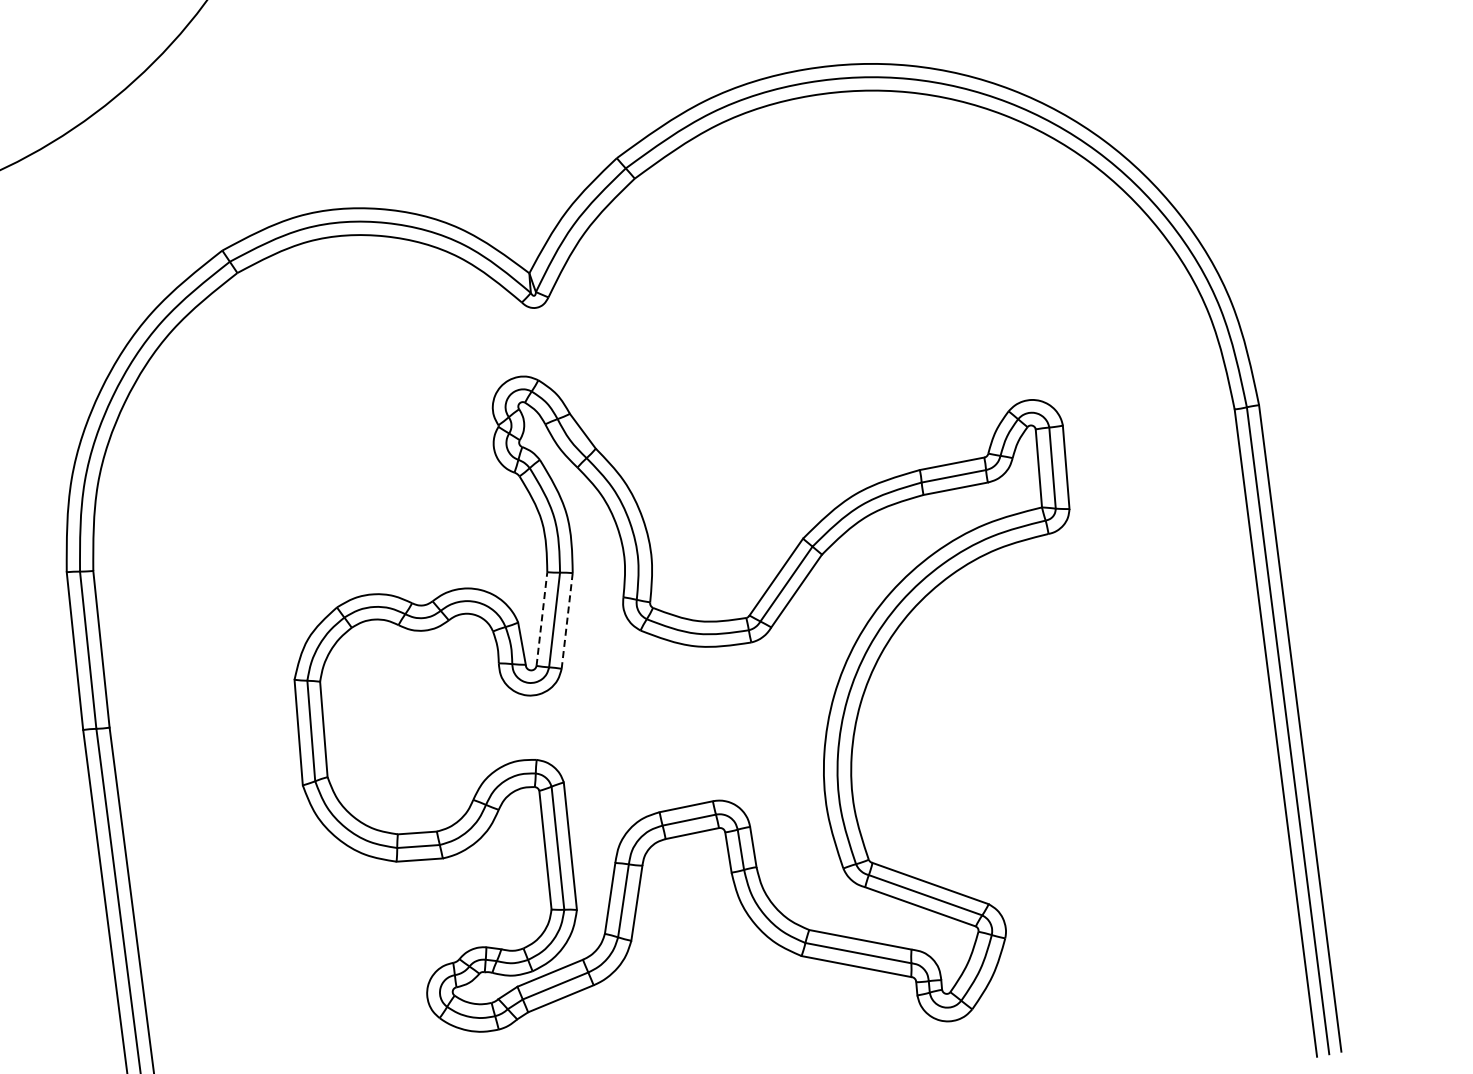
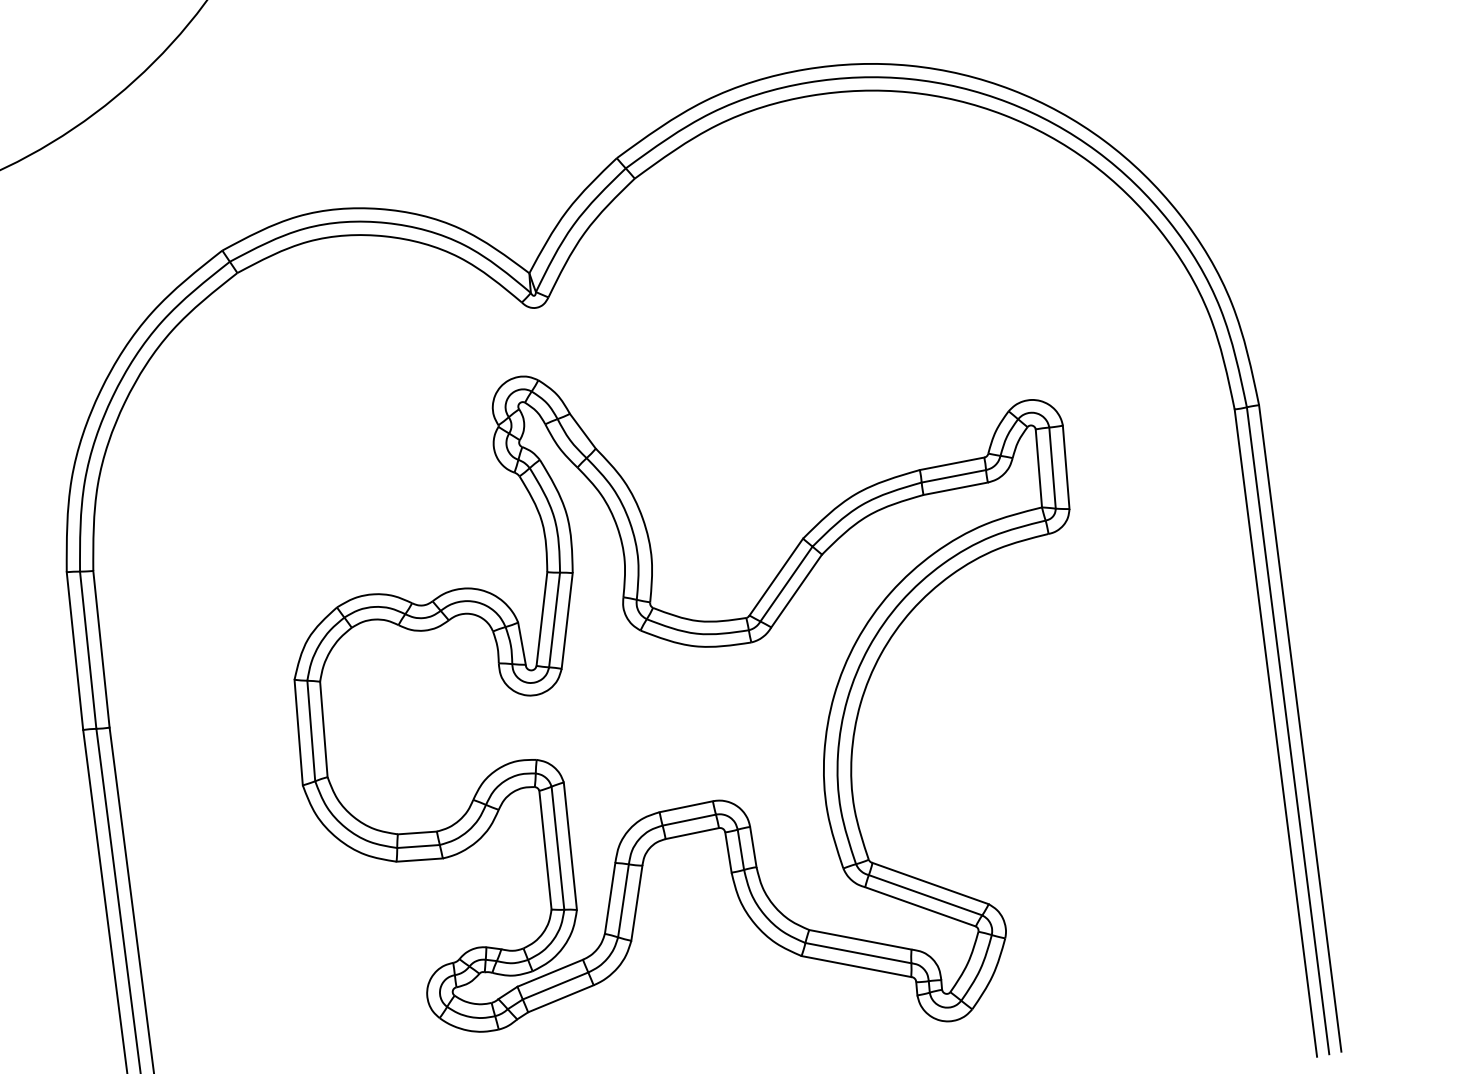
line at (541, 618): dashed -> solid
line at (567, 621): dashed -> solid
